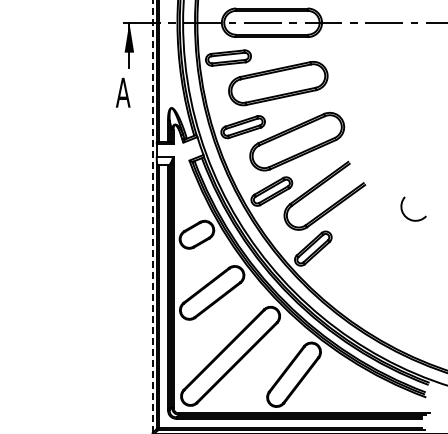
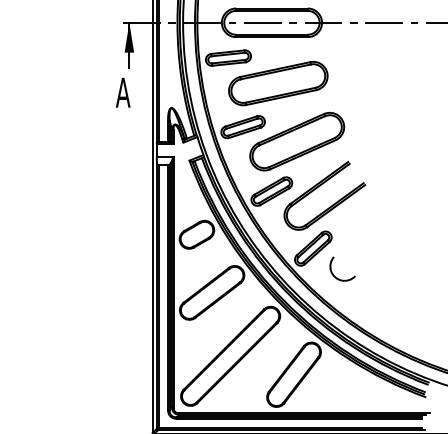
arc at (404, 213) position: (404, 213) -> (333, 273)
line at (152, 216): dashed -> solid
